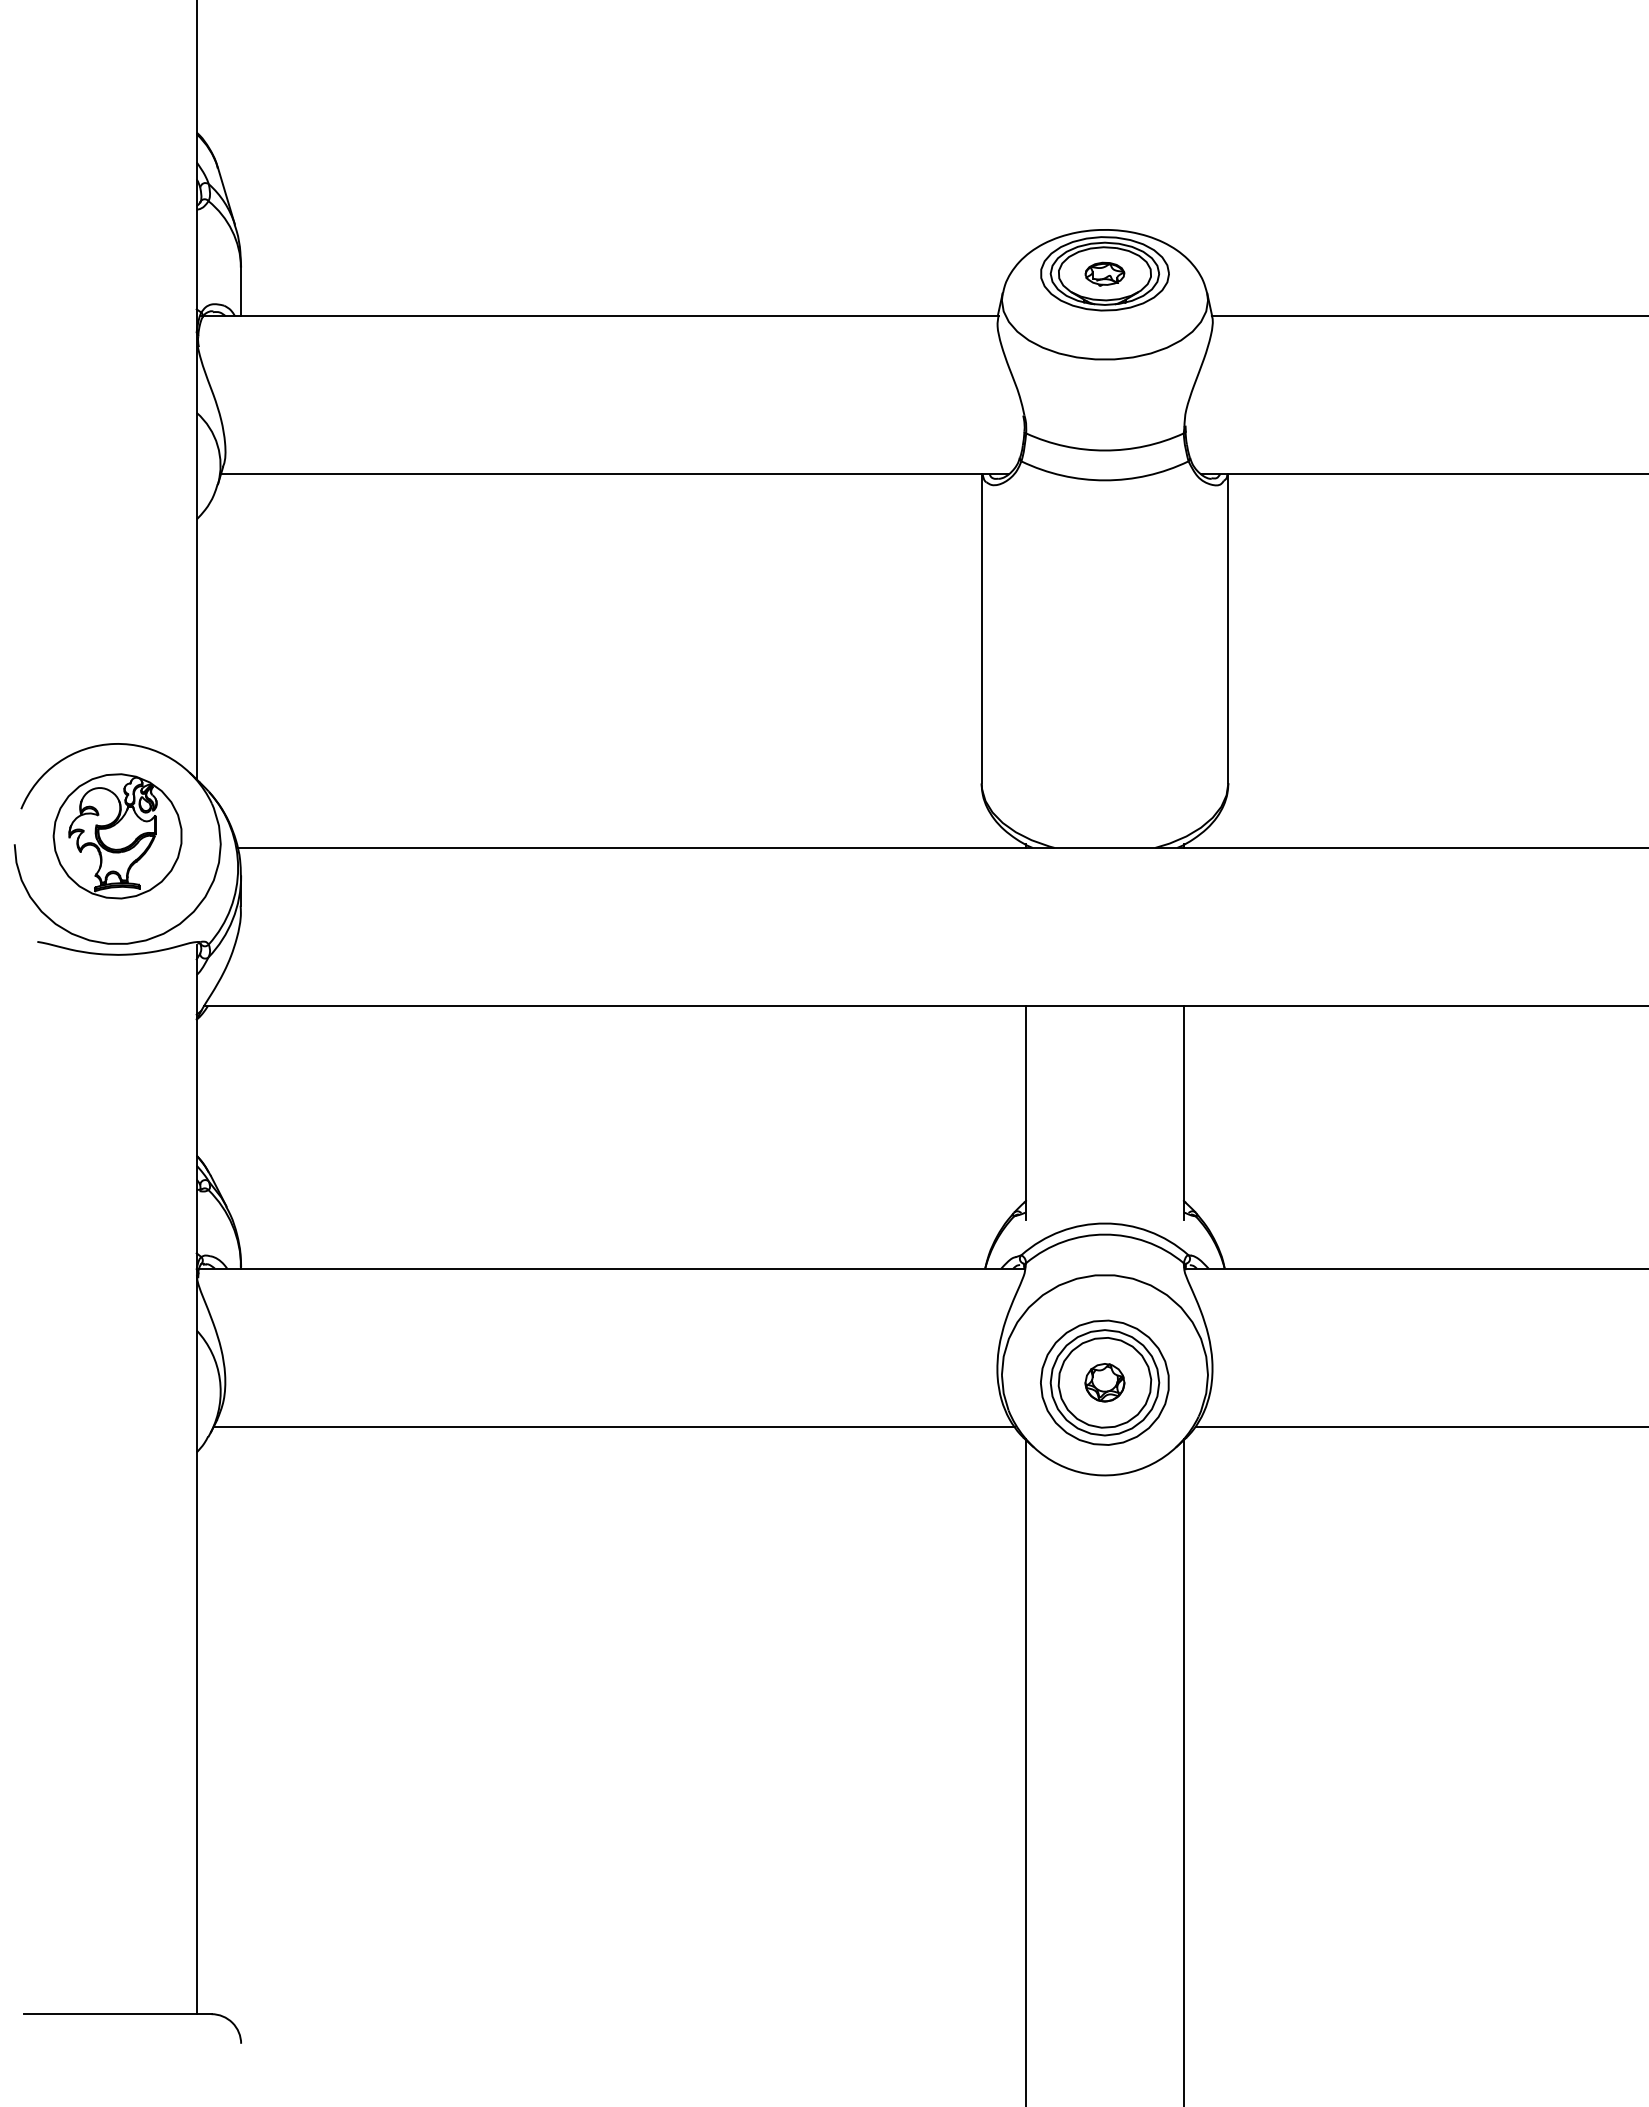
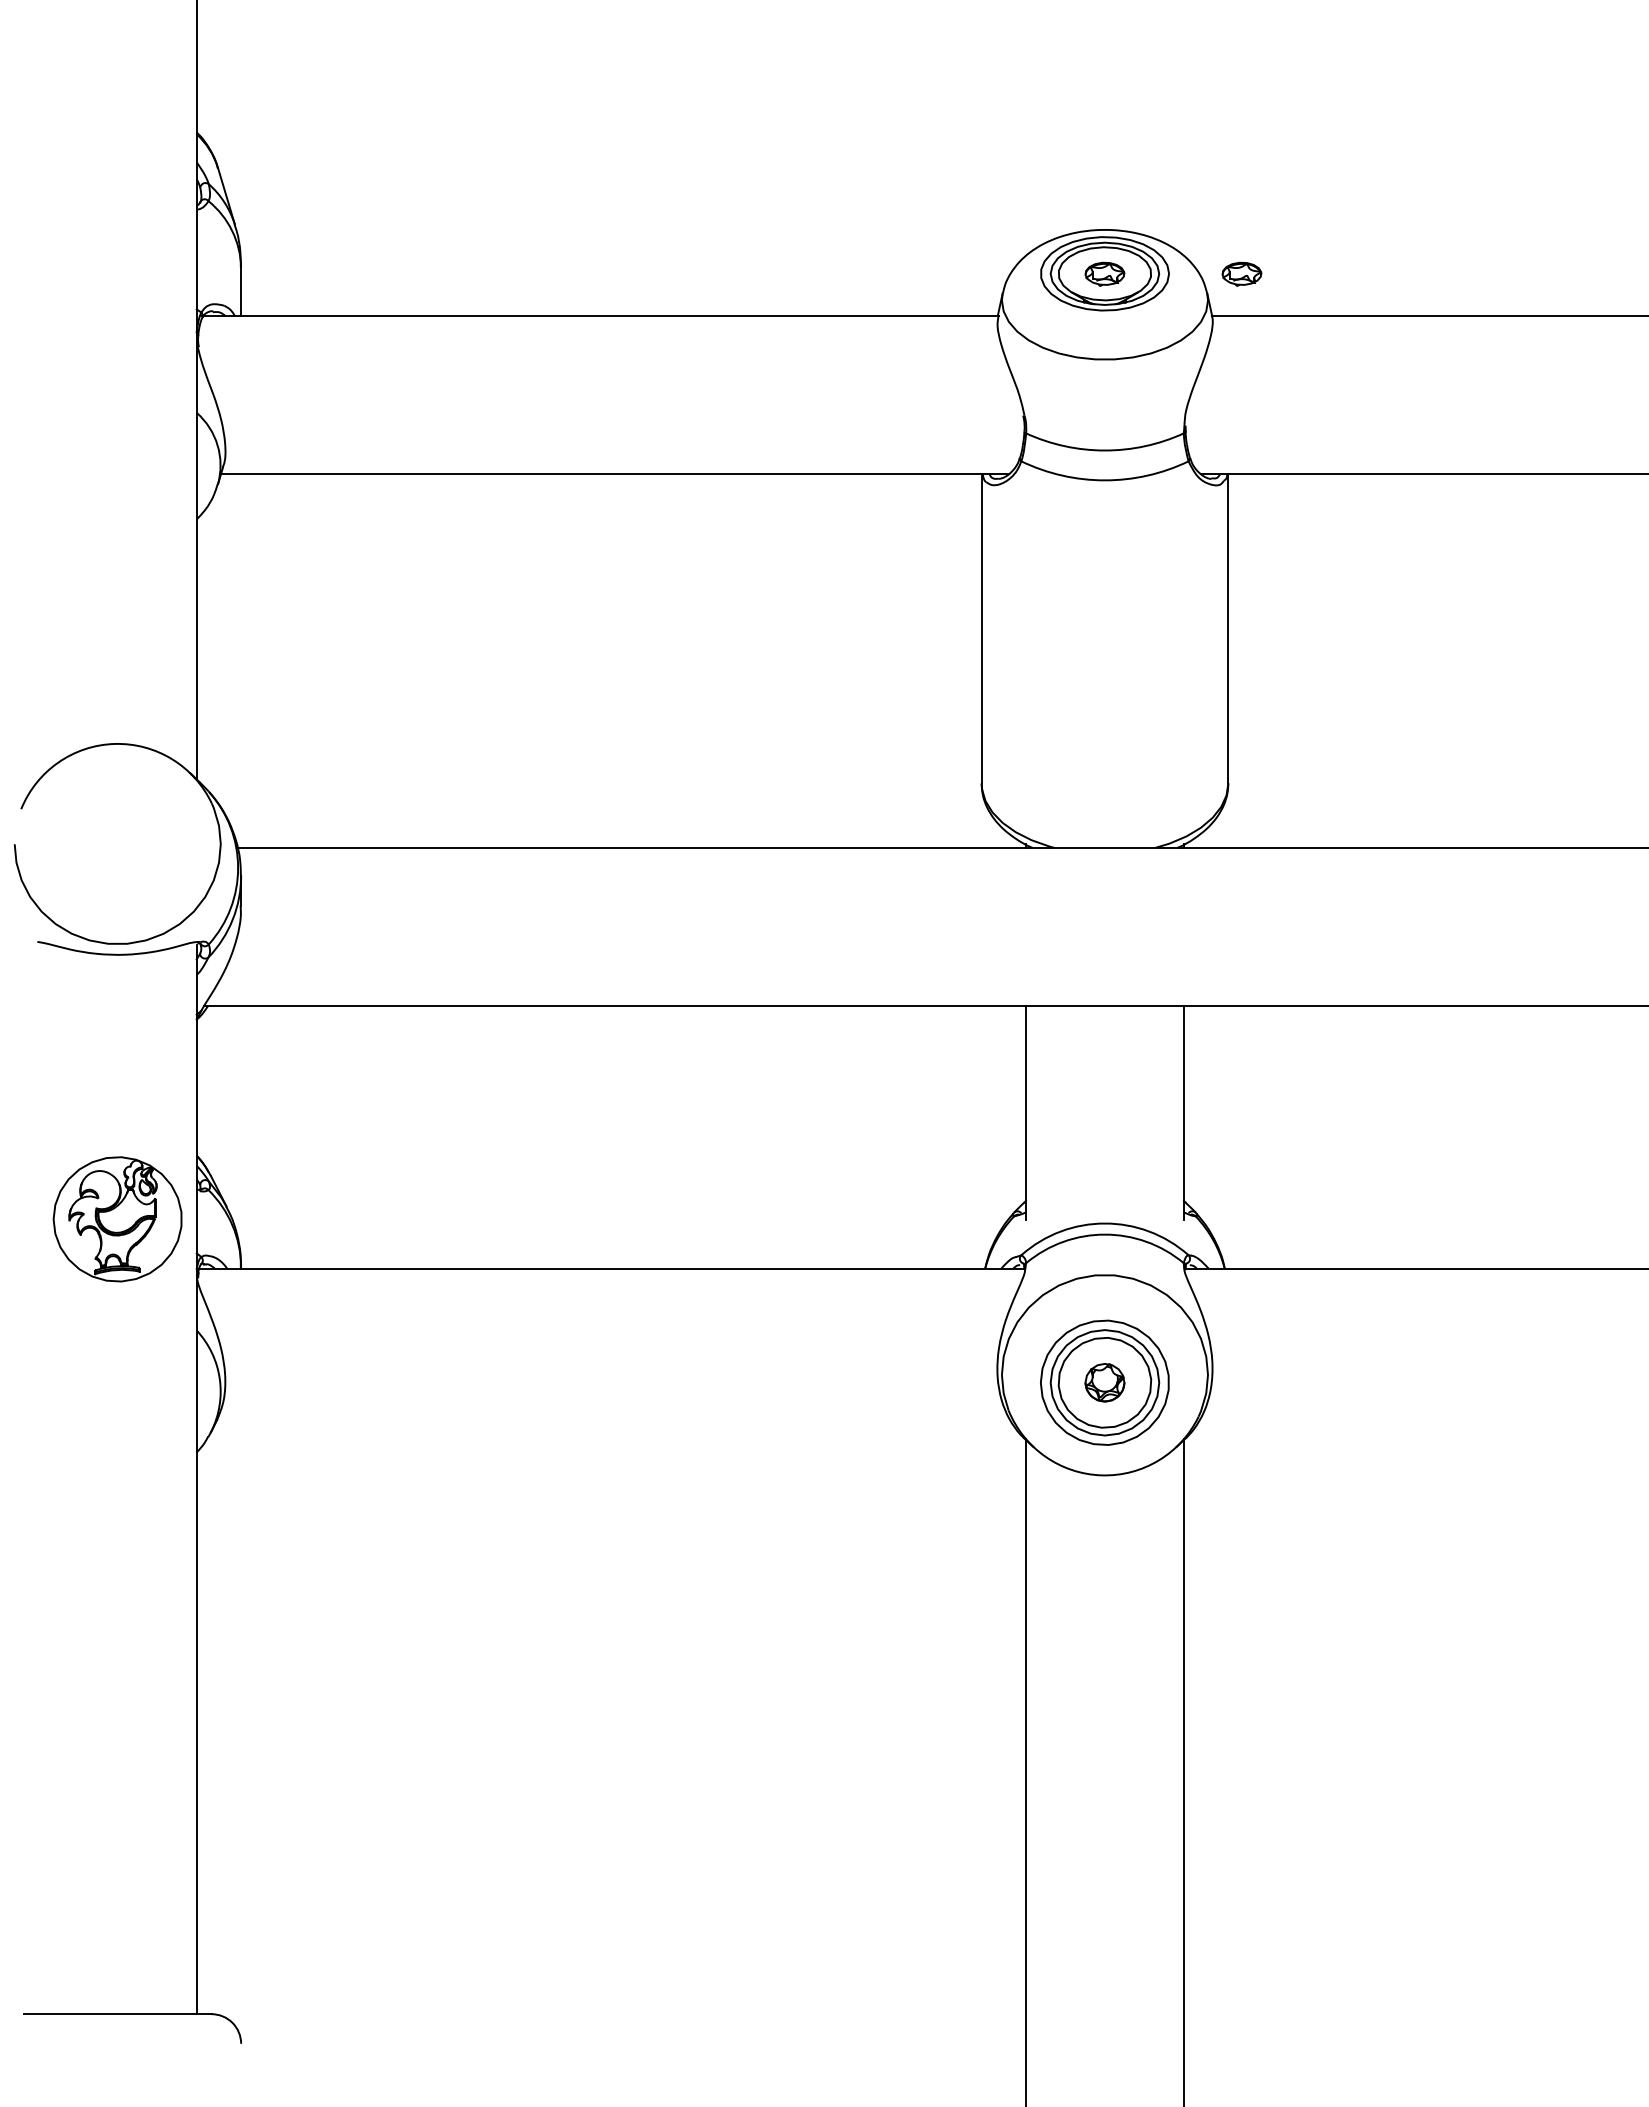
part at (1241, 273): none -> present
part at (117, 836) position: (117, 836) -> (117, 1219)
line at (613, 1426): present -> none
line at (1420, 1426): present -> none
